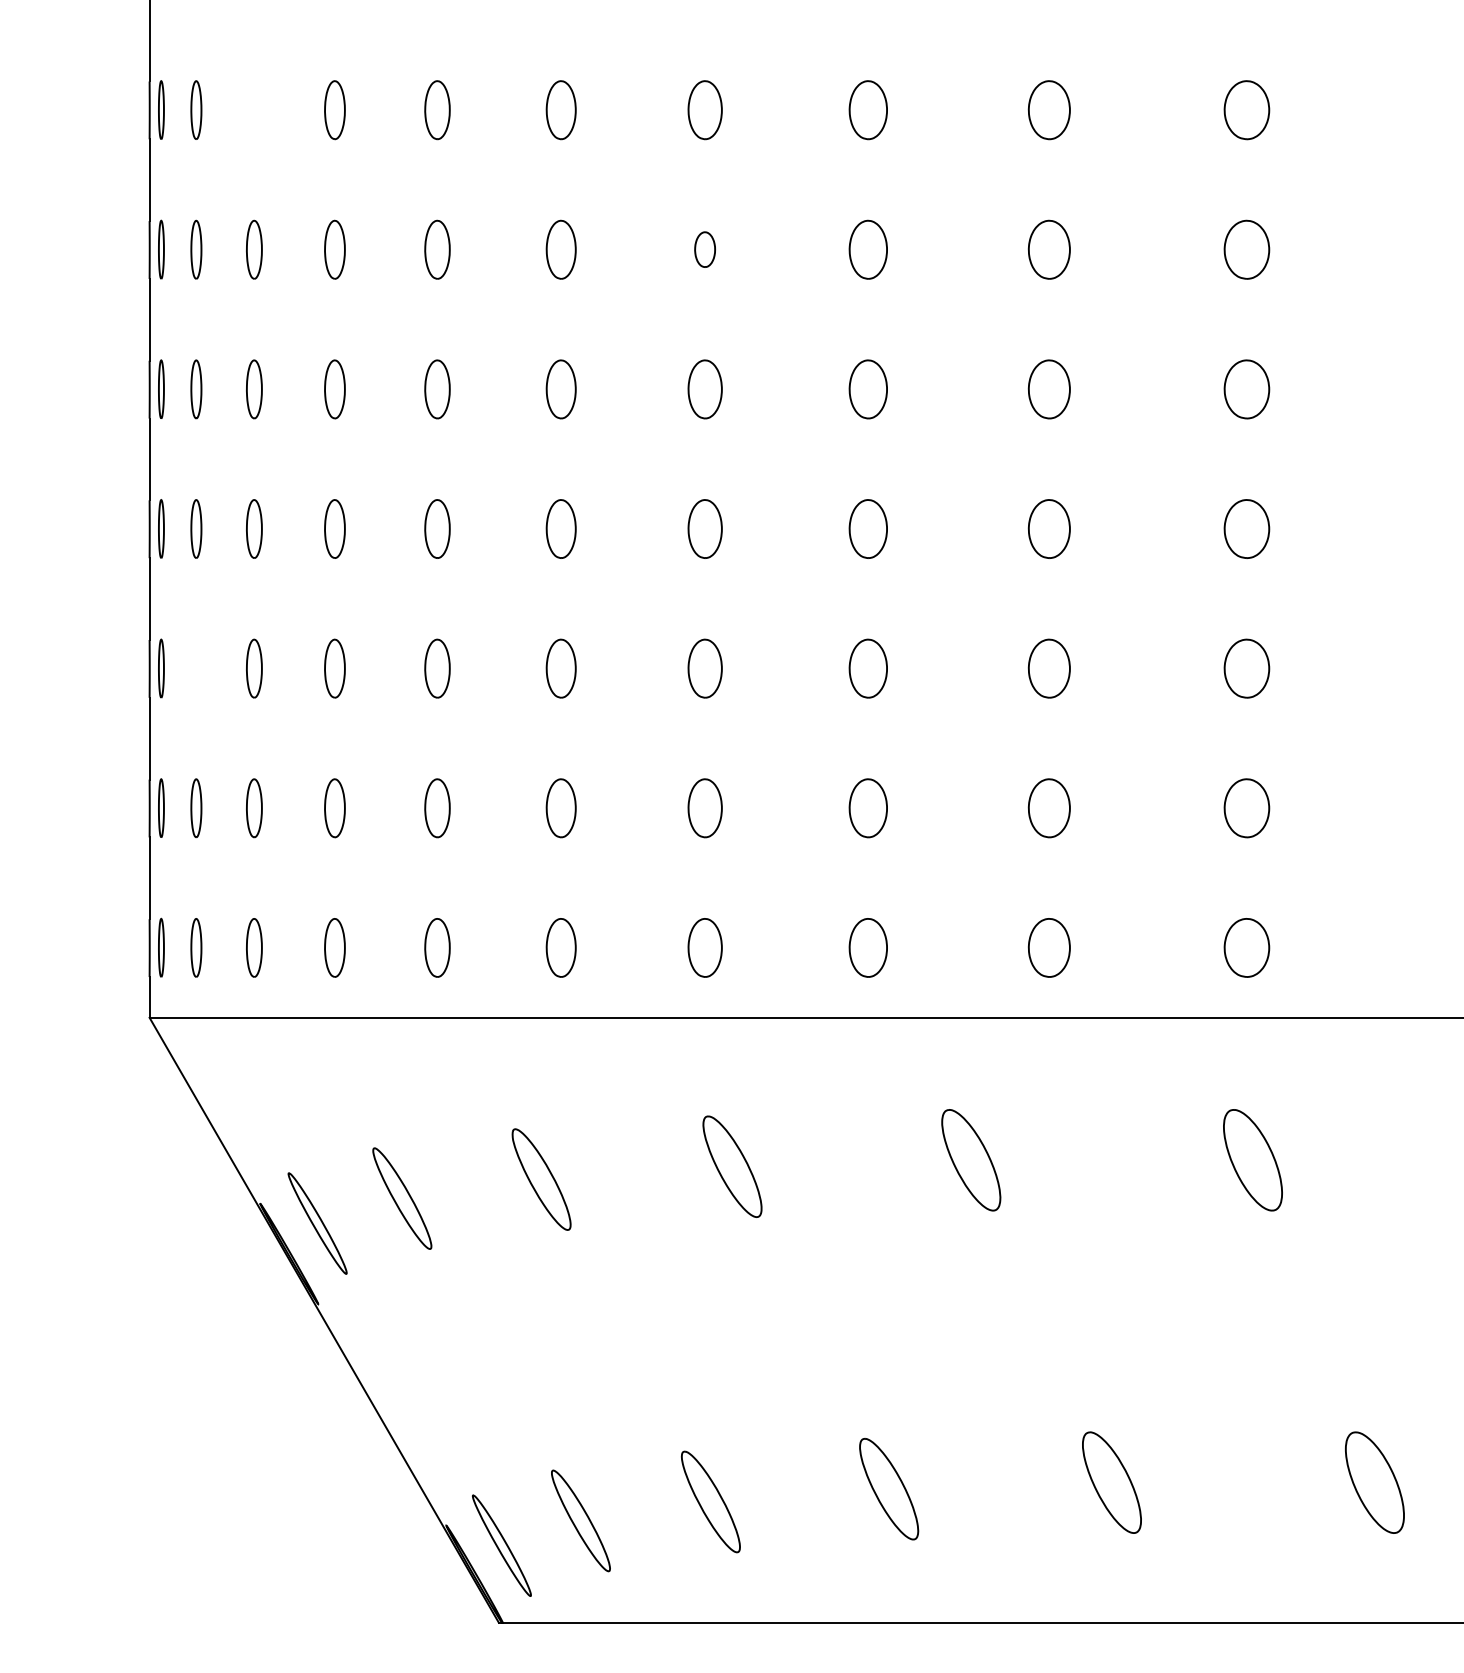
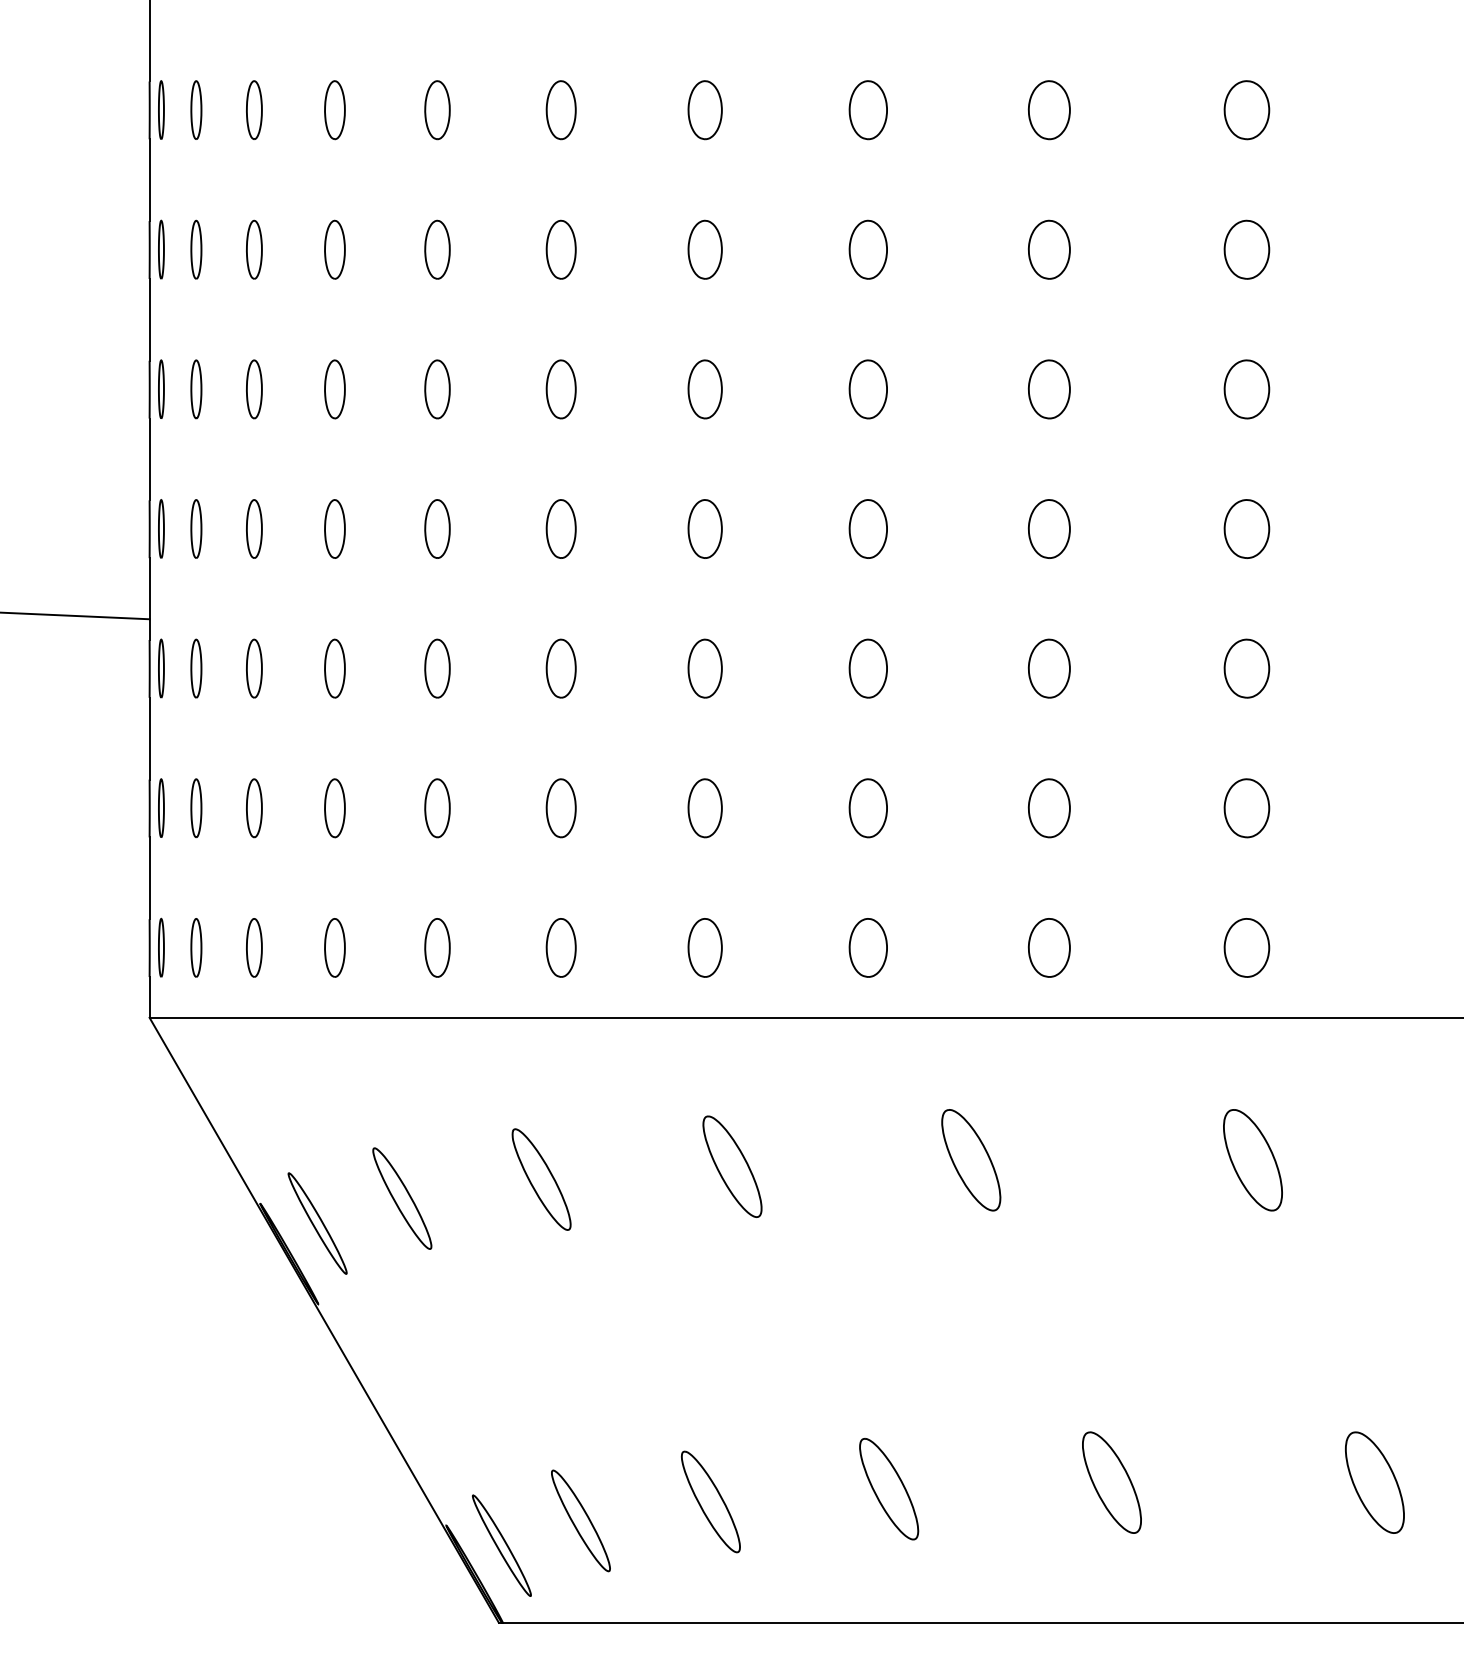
part at (254, 109): none -> present
part at (704, 249) size: 22x37 px -> 36x61 px
line at (75, 615): none -> present
part at (196, 668): none -> present
